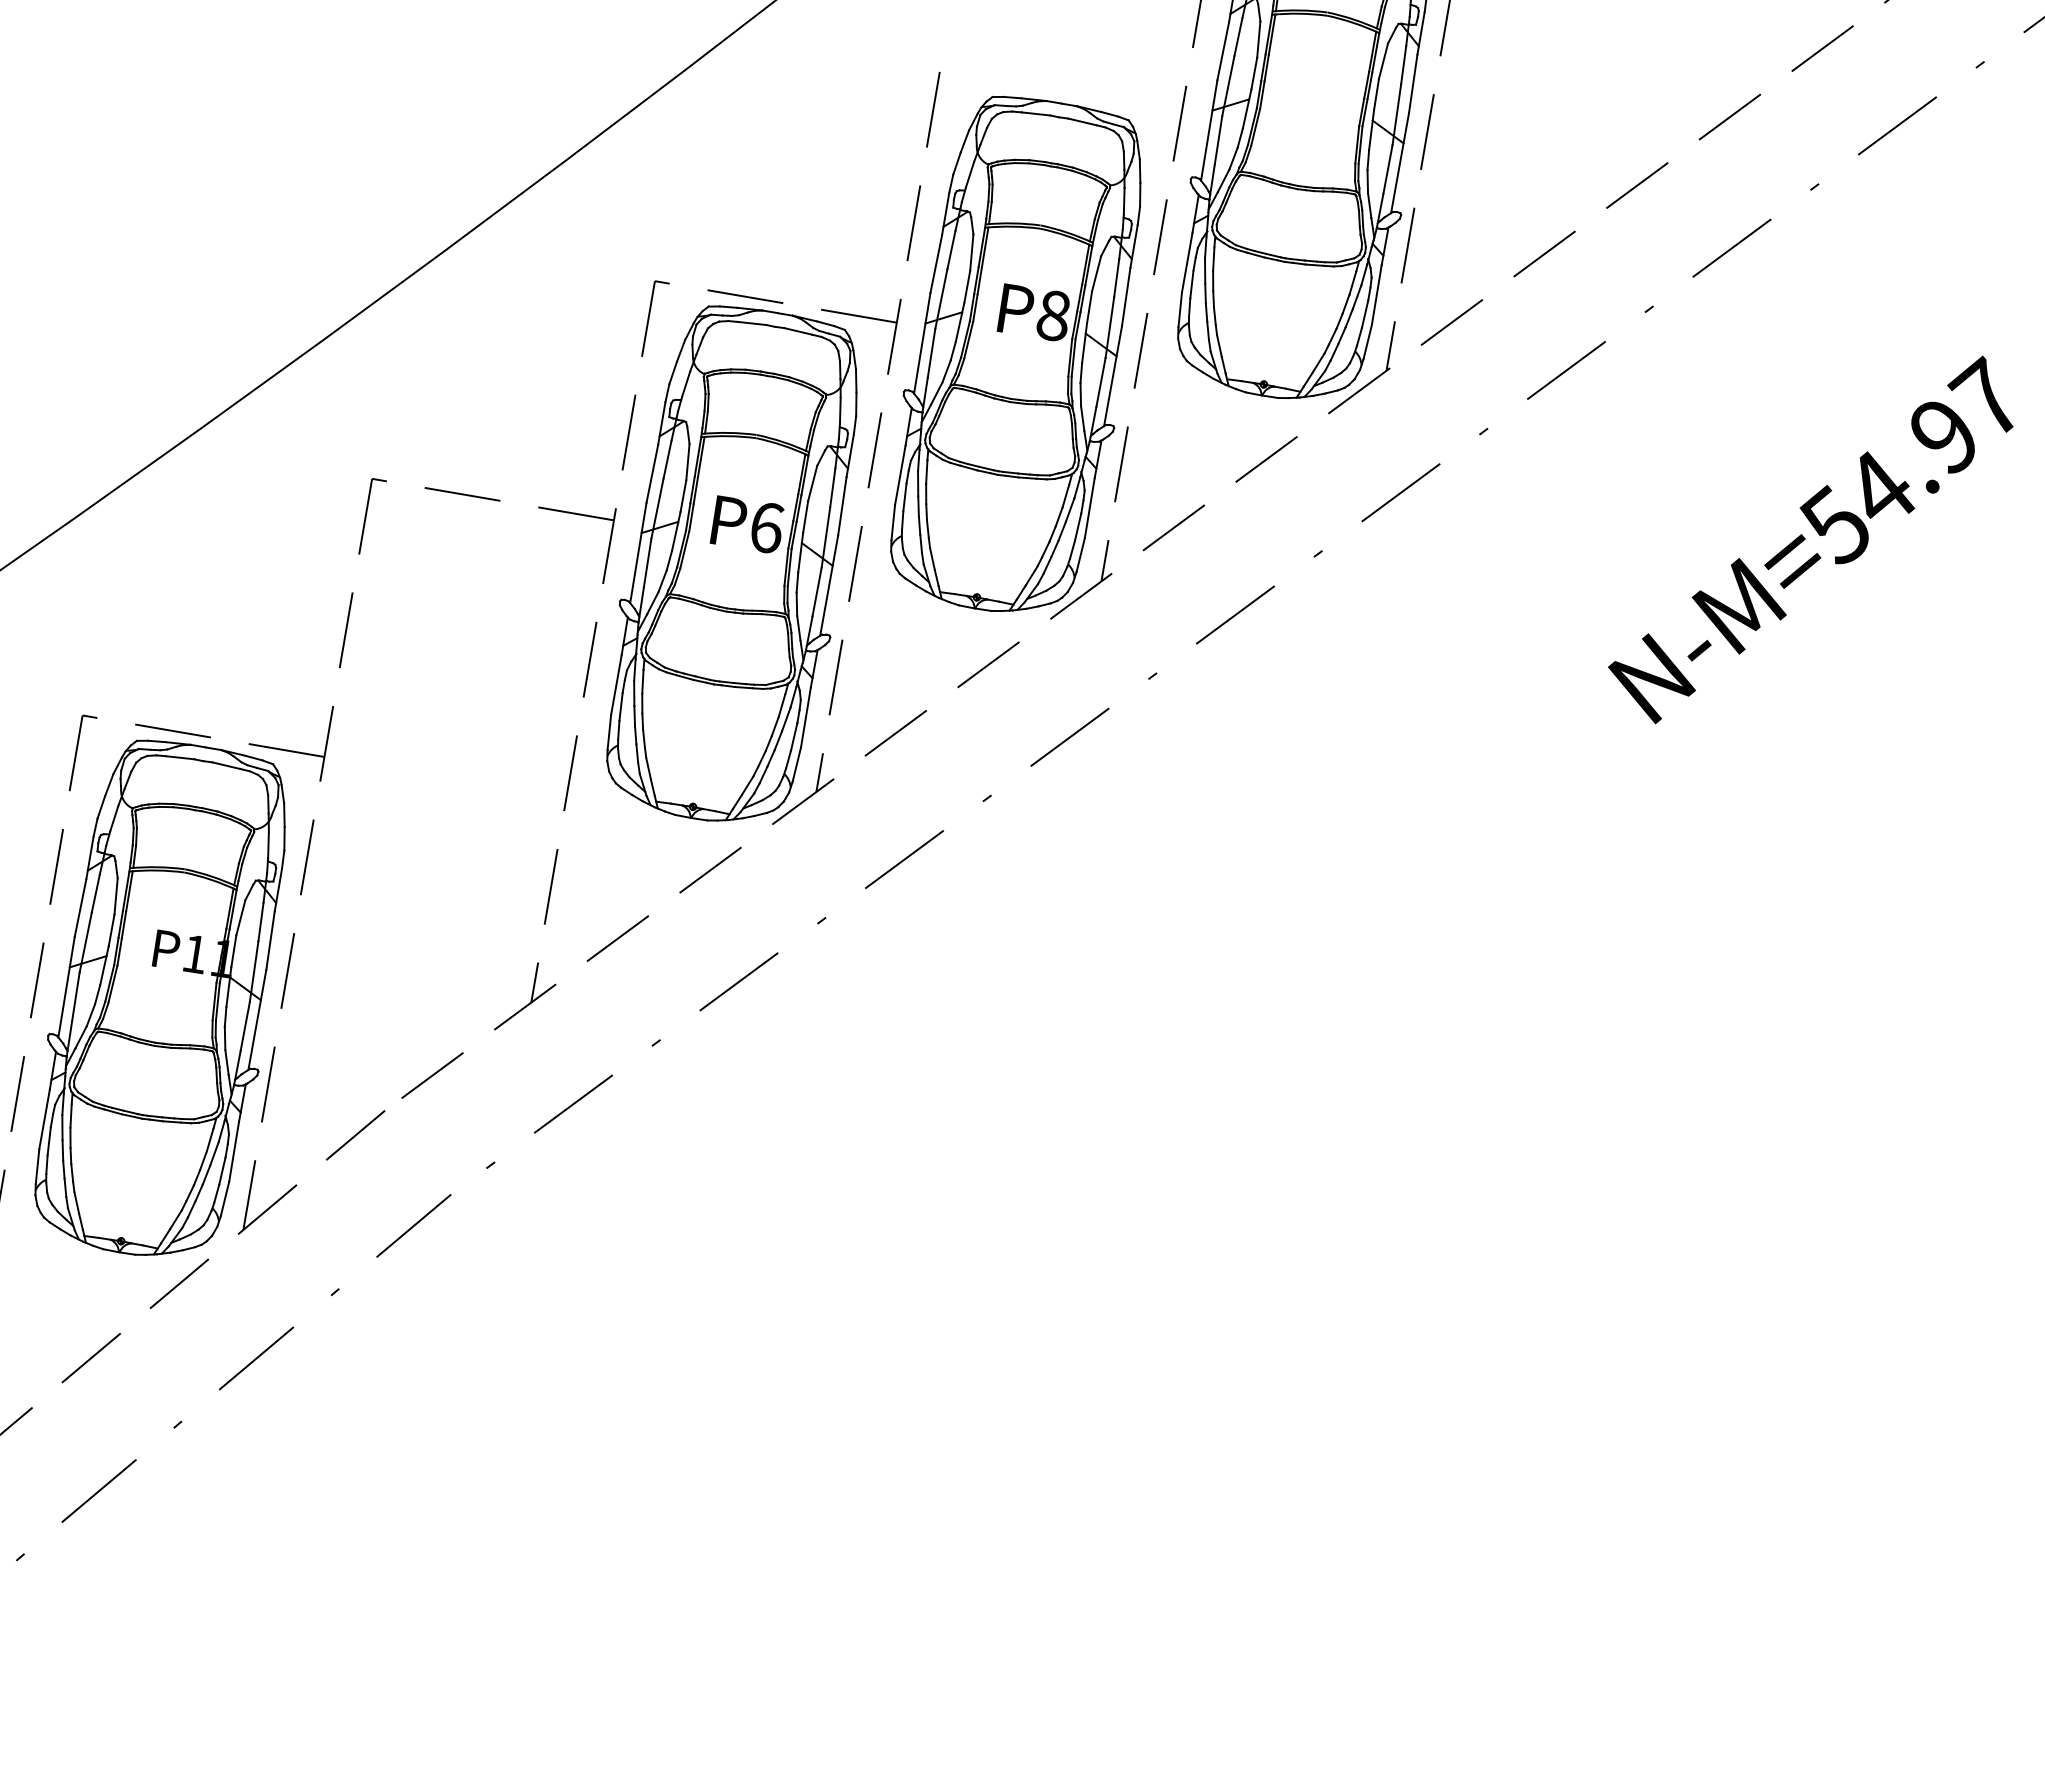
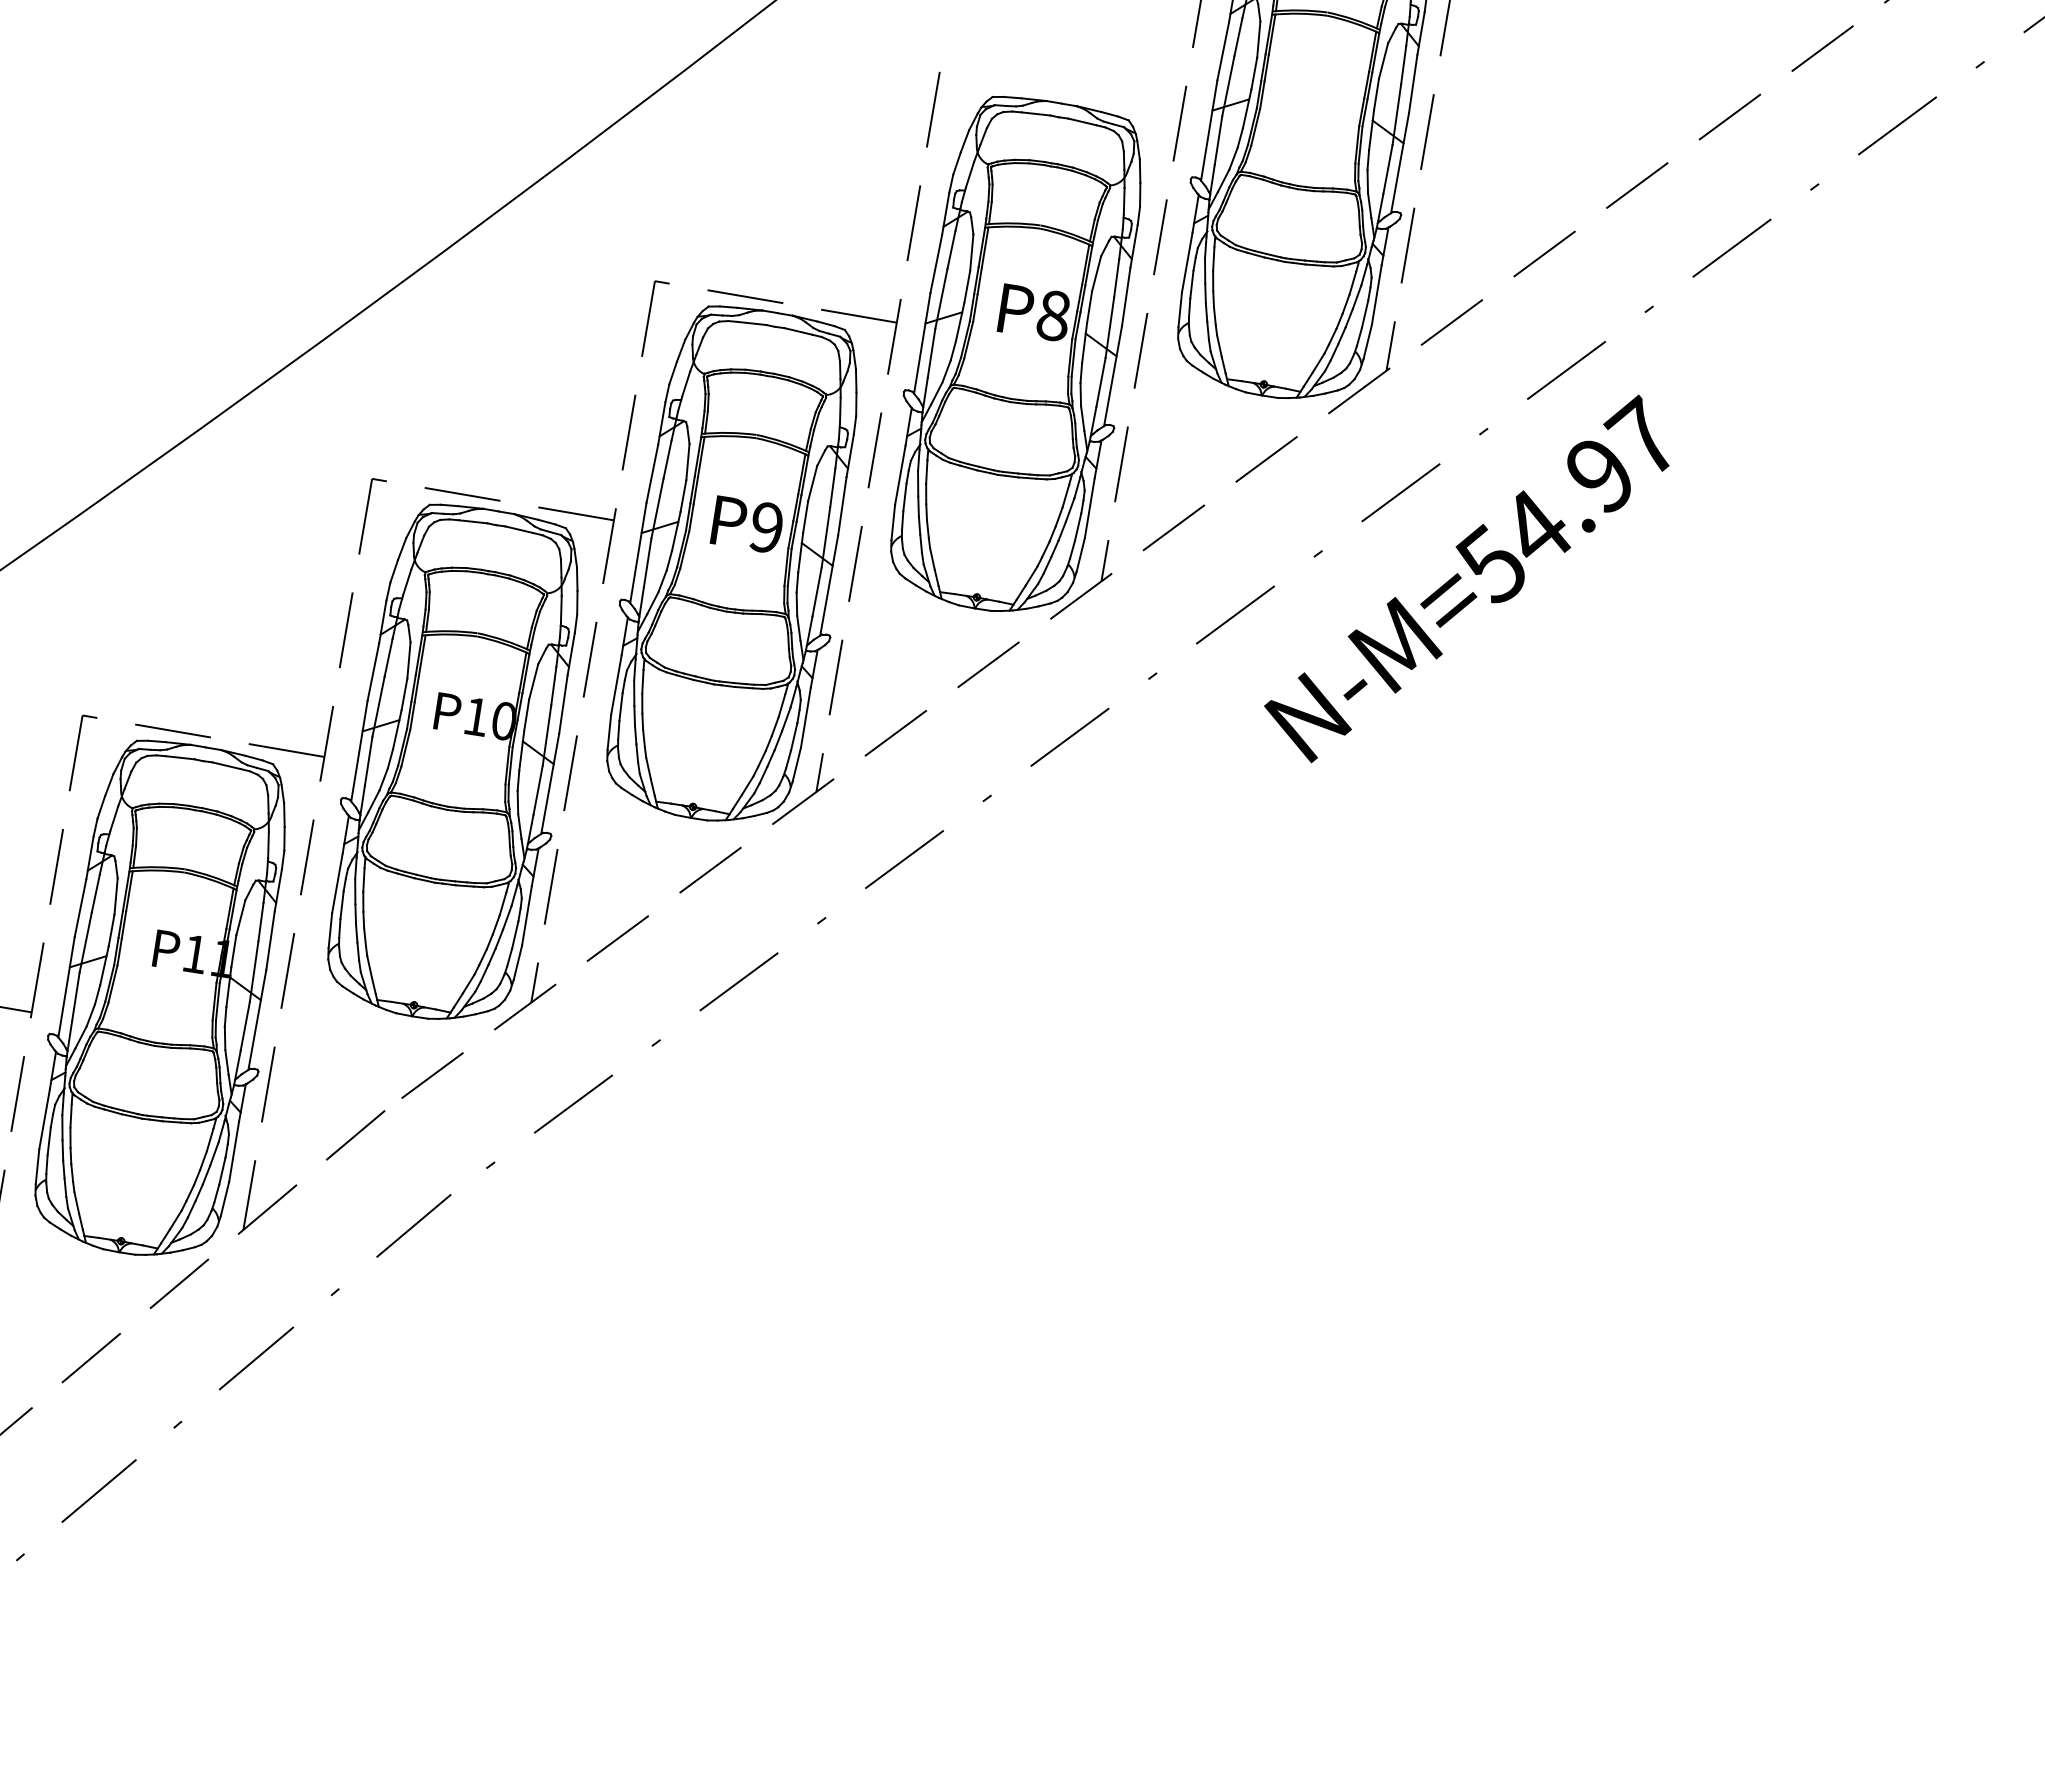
text at (766, 527): P6 -> P9
text at (1810, 539) position: (1810, 539) -> (1466, 578)
part at (452, 761): none -> present
line at (16, 1009): none -> present
